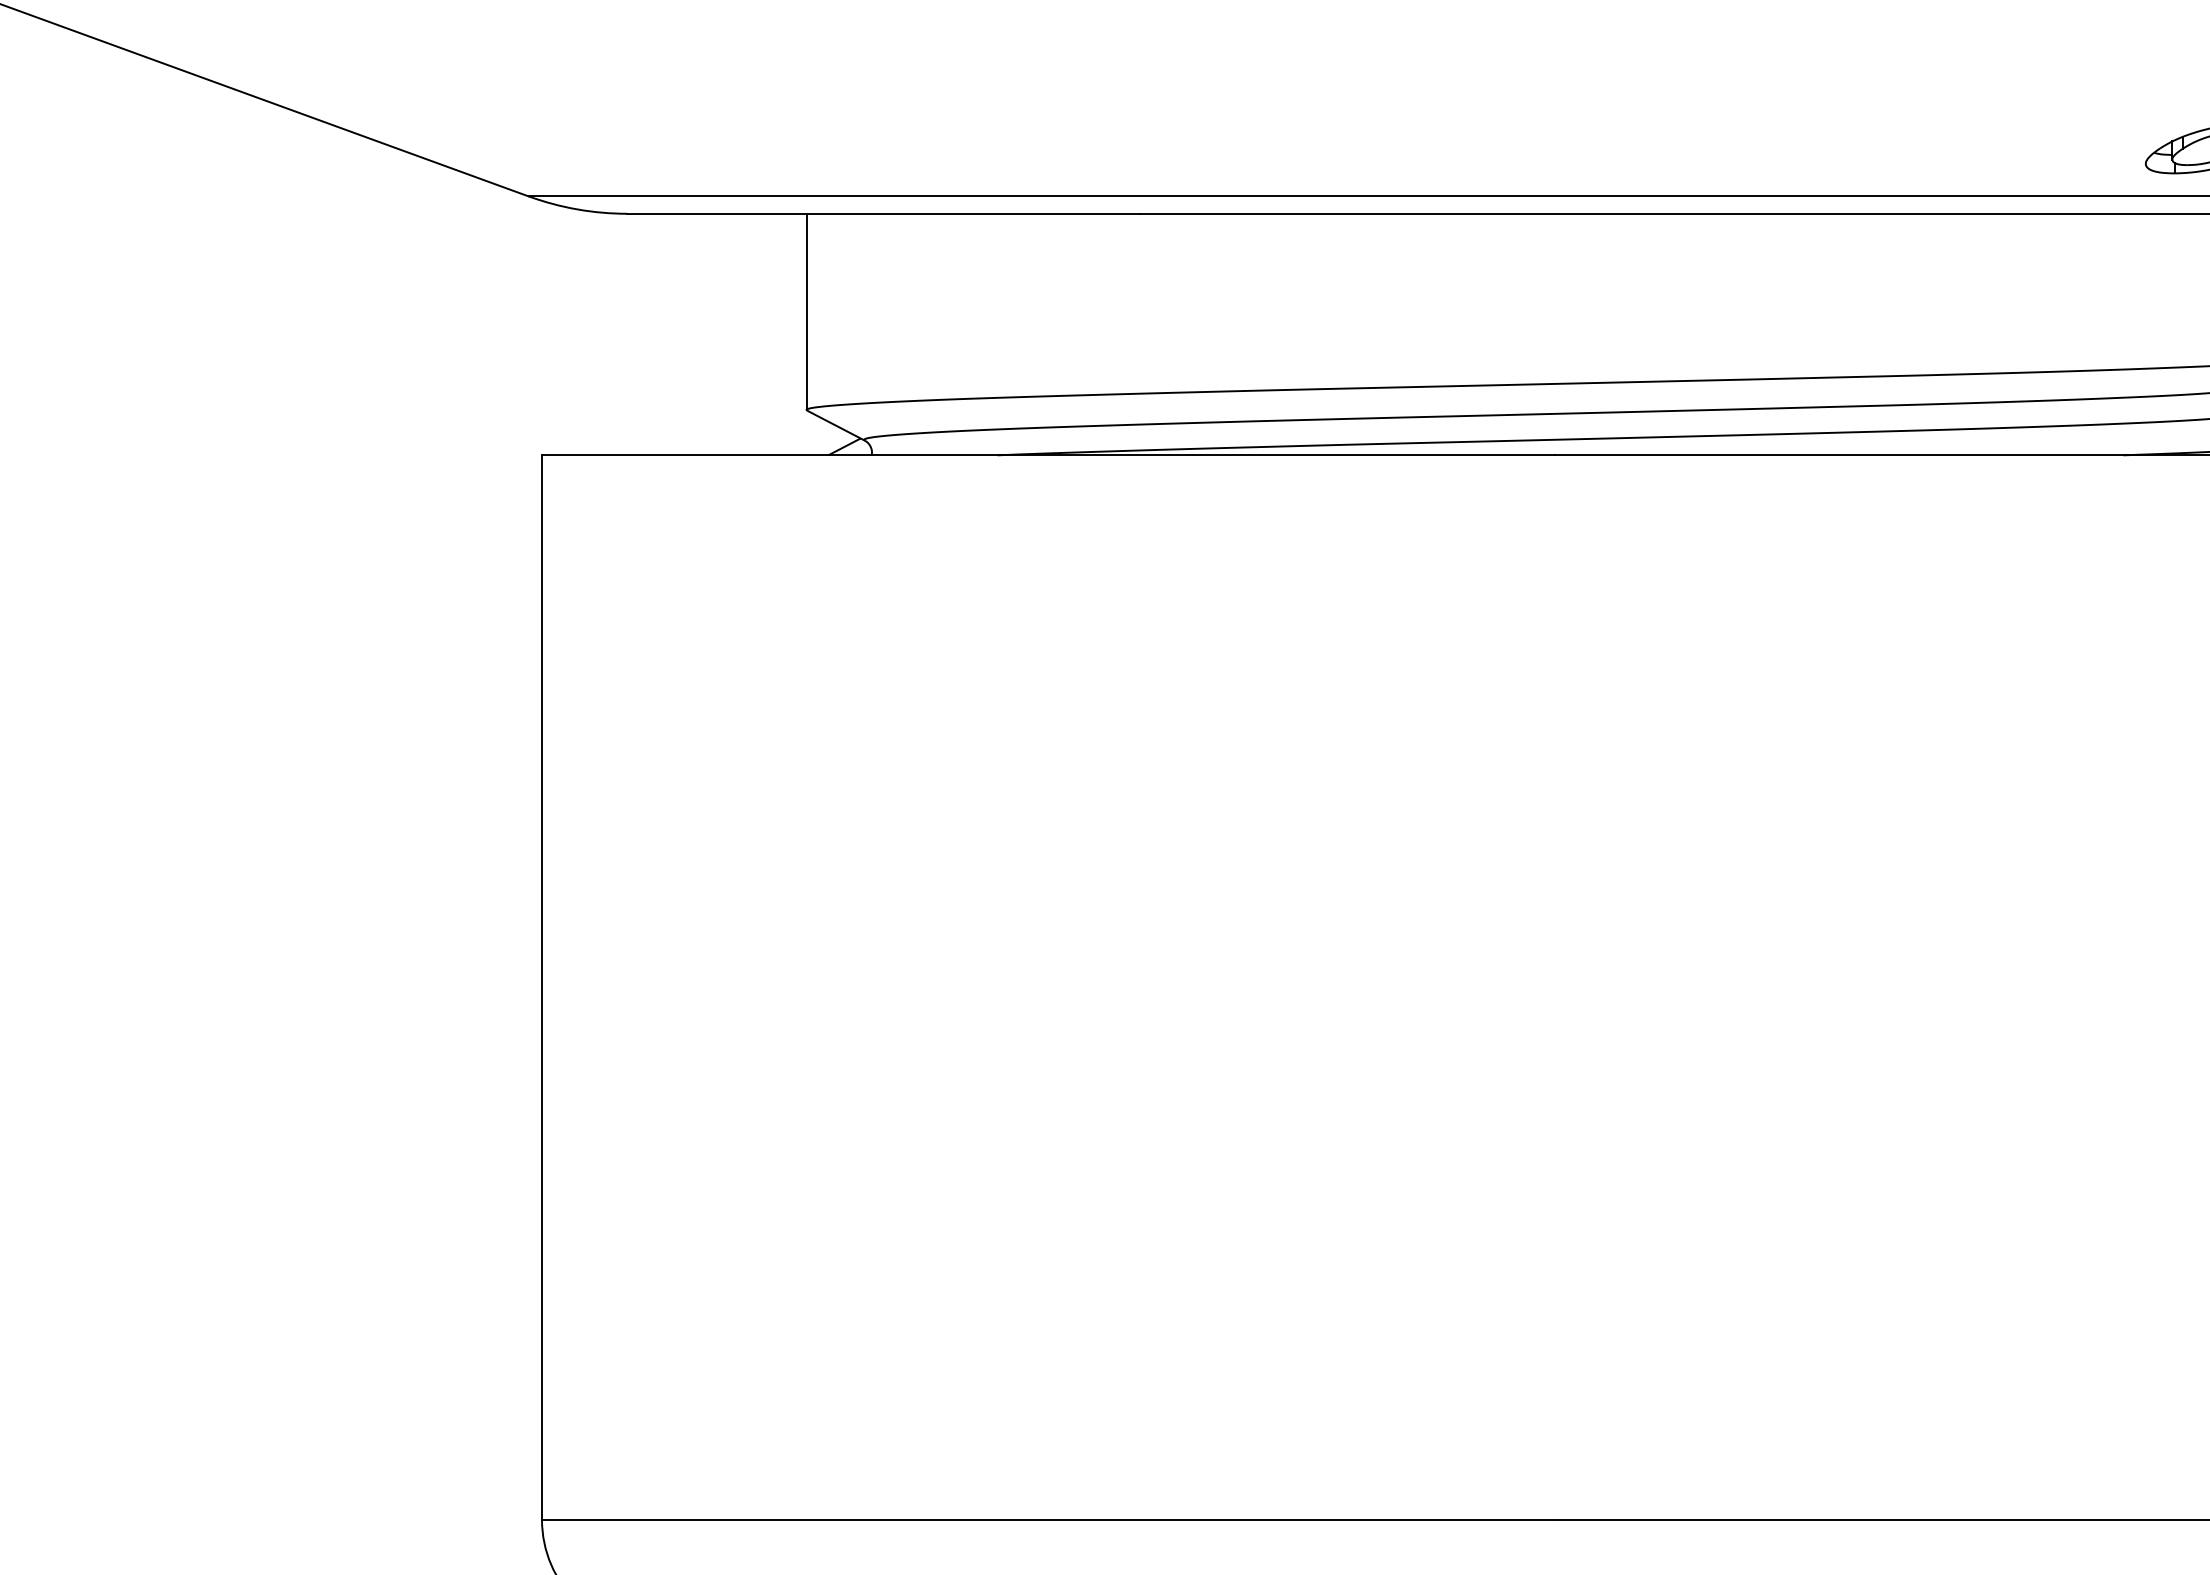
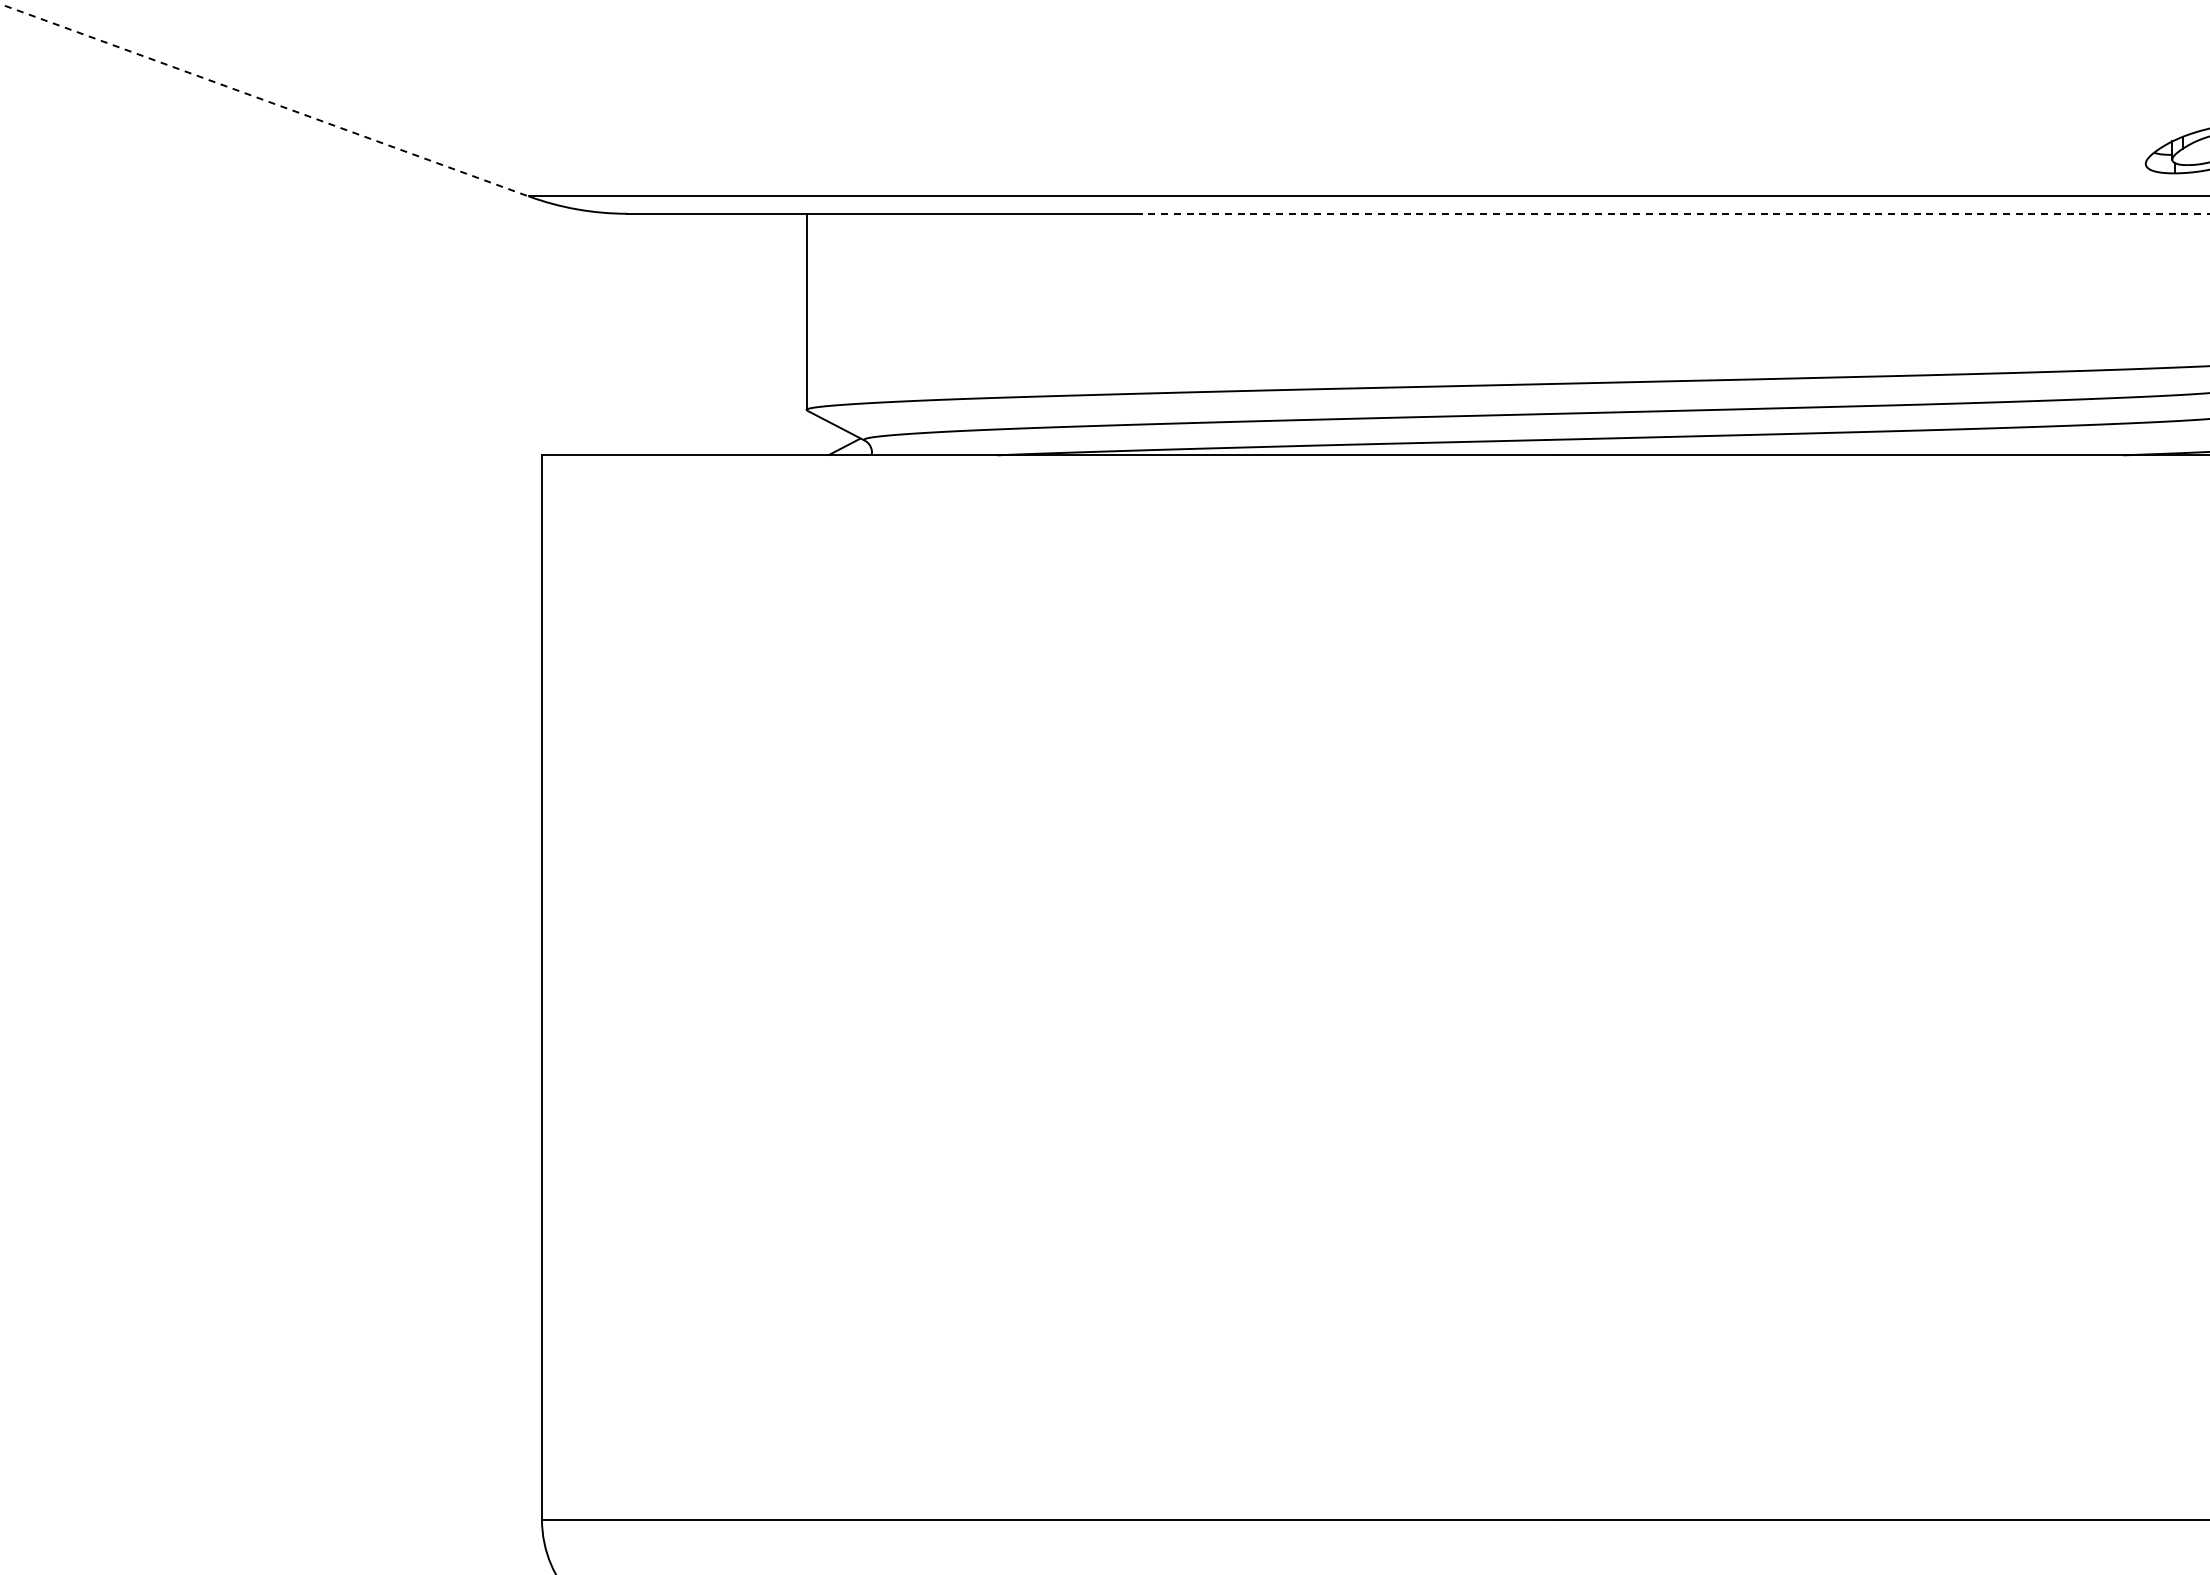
line at (265, 100): solid -> dashed
line at (1675, 213): solid -> dashed
